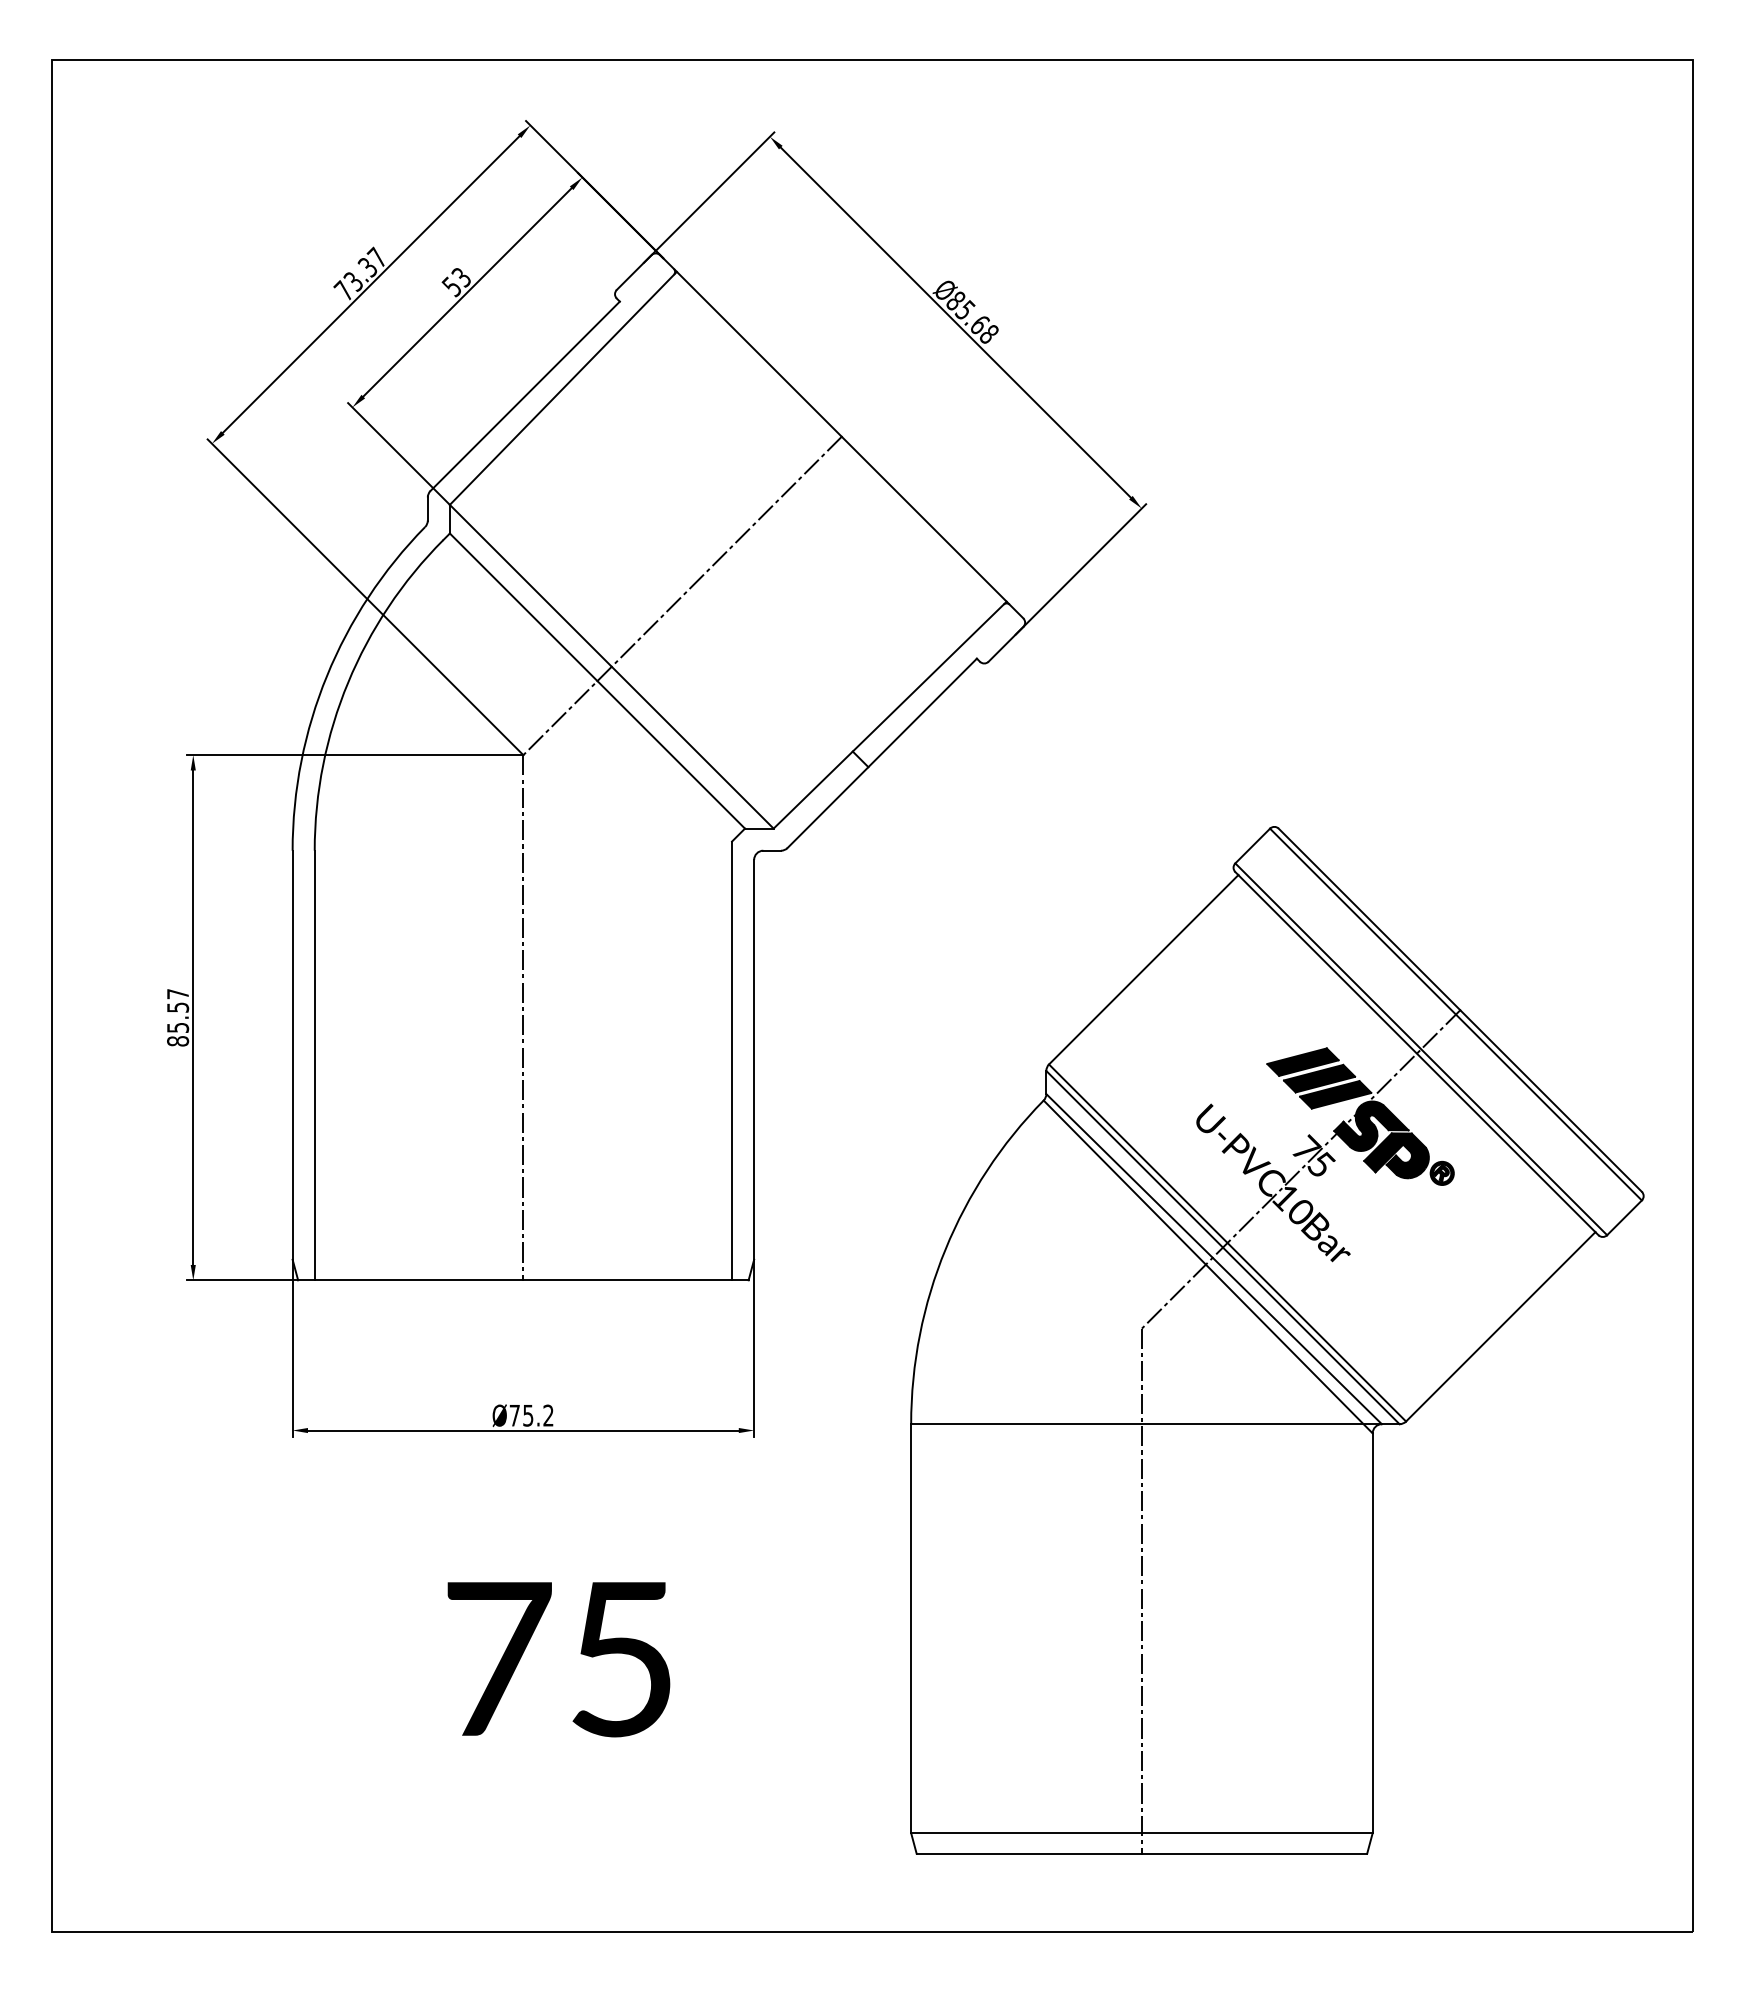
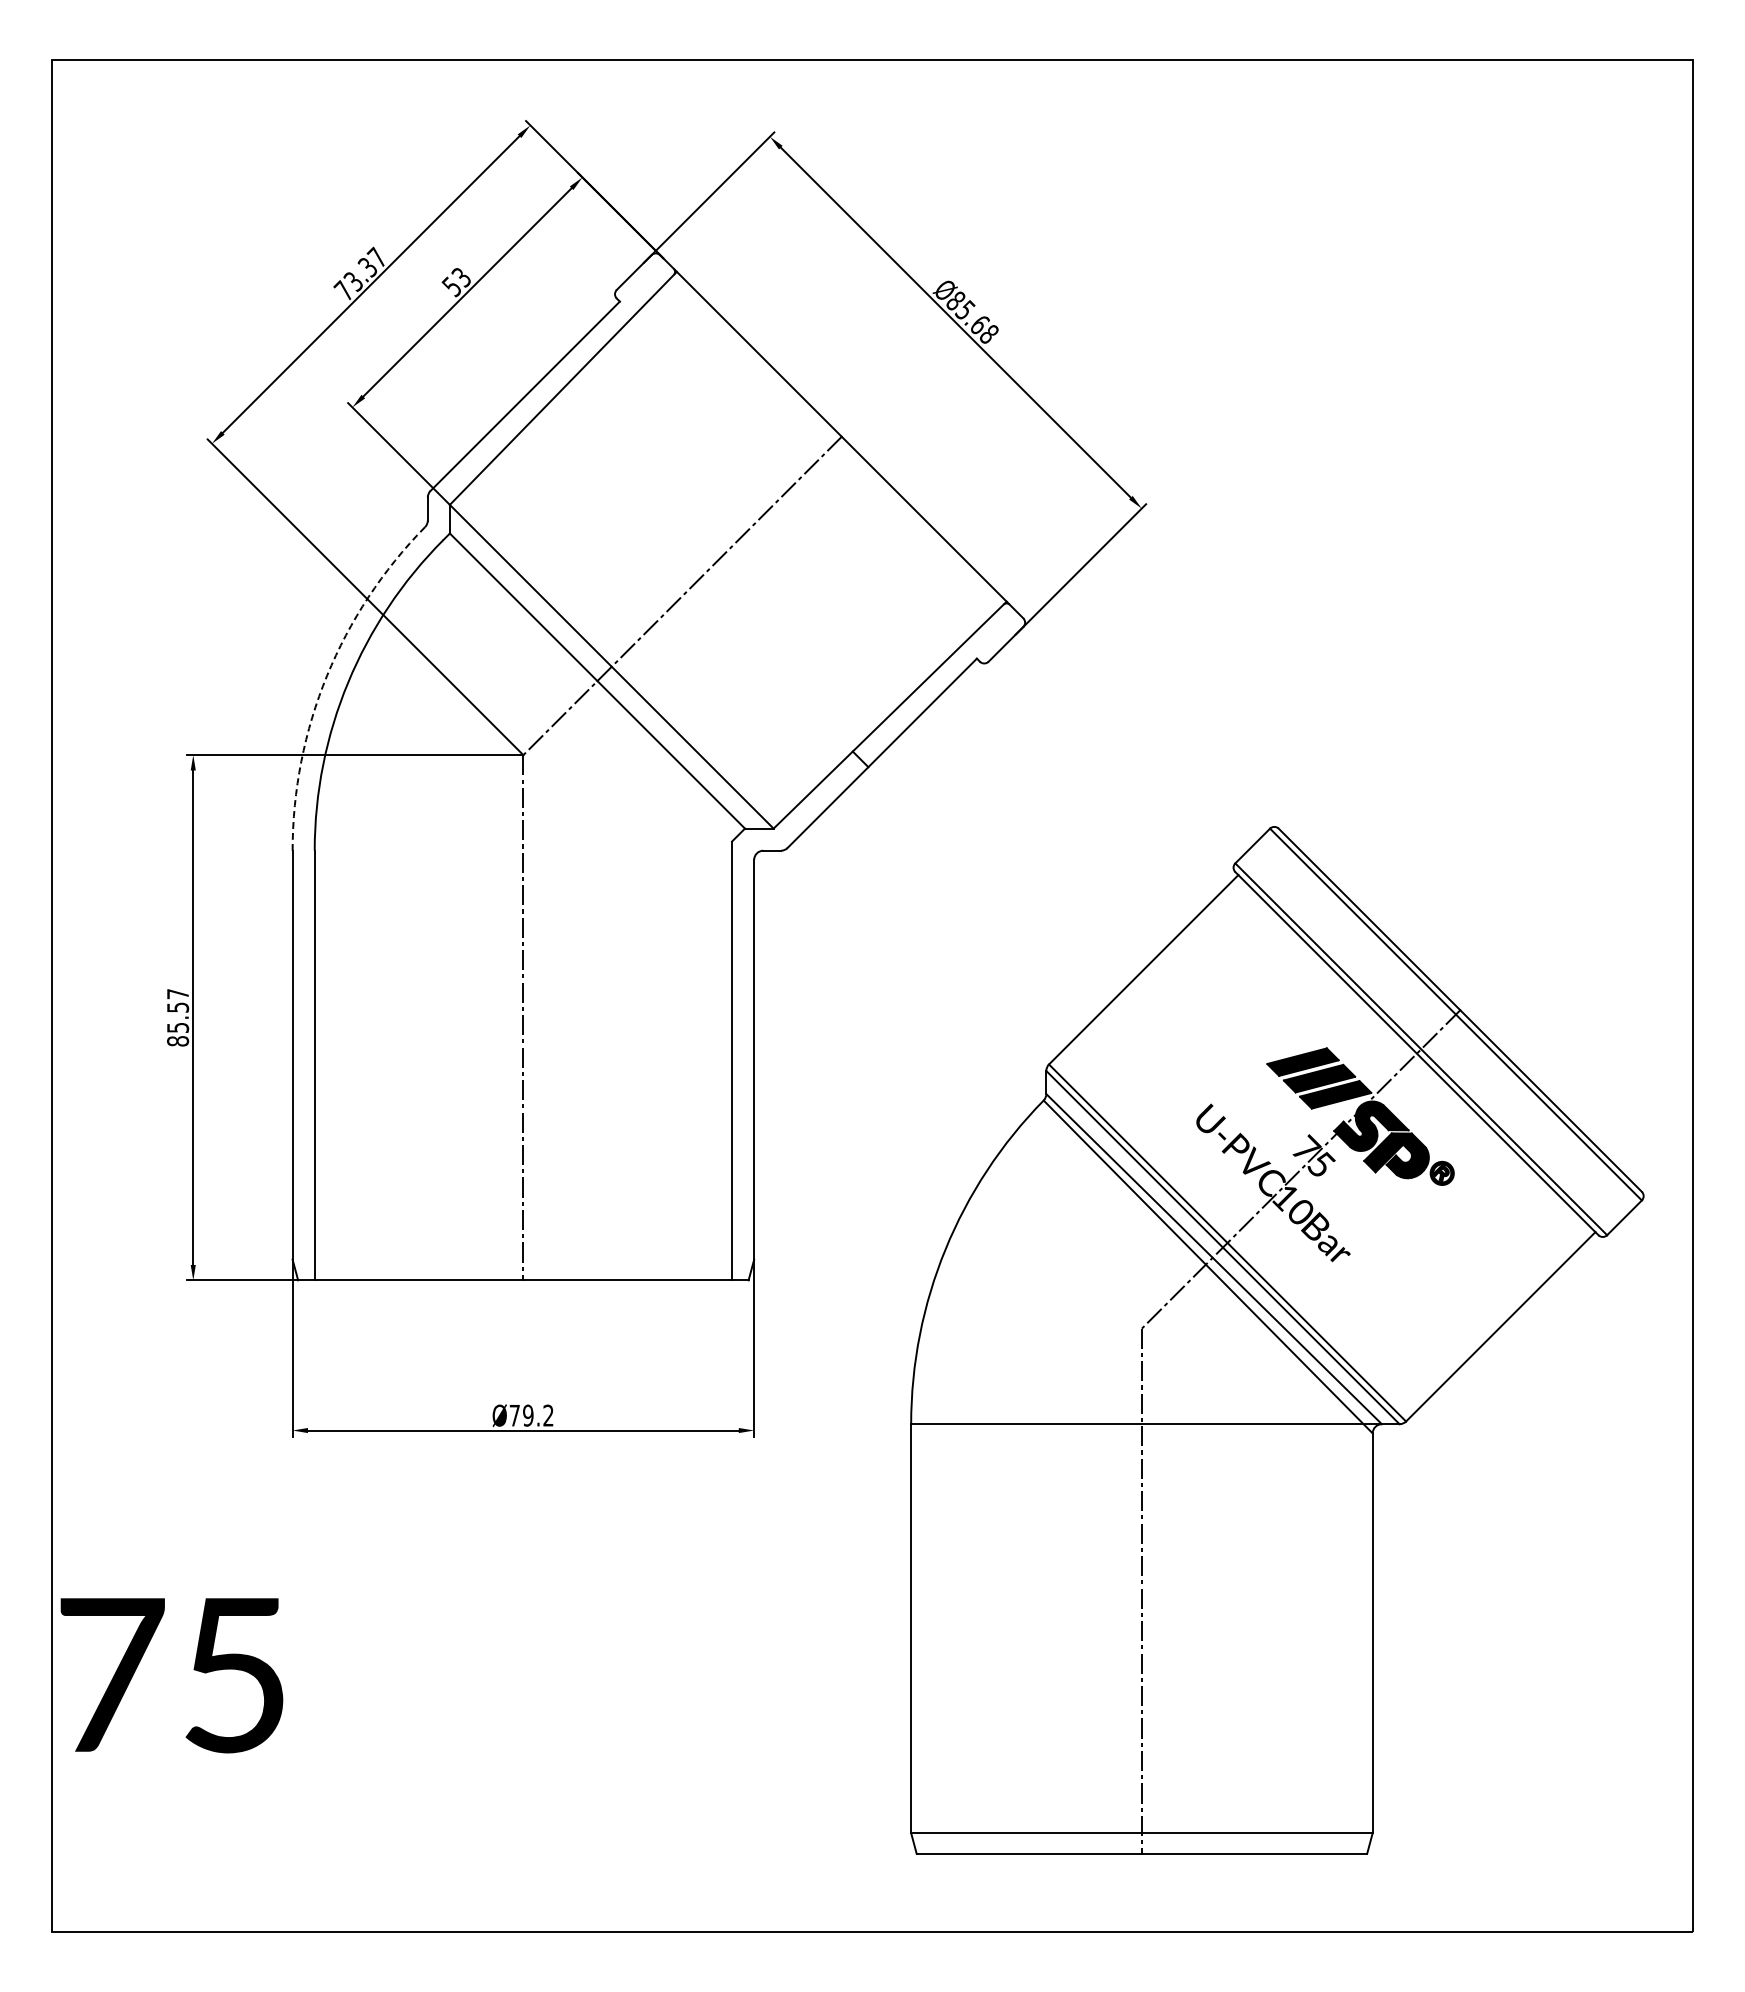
arc at (327, 675): solid -> dashed
text at (528, 1415): Ø75.2 -> Ø79.2
text at (558, 1659) position: (558, 1659) -> (171, 1675)
